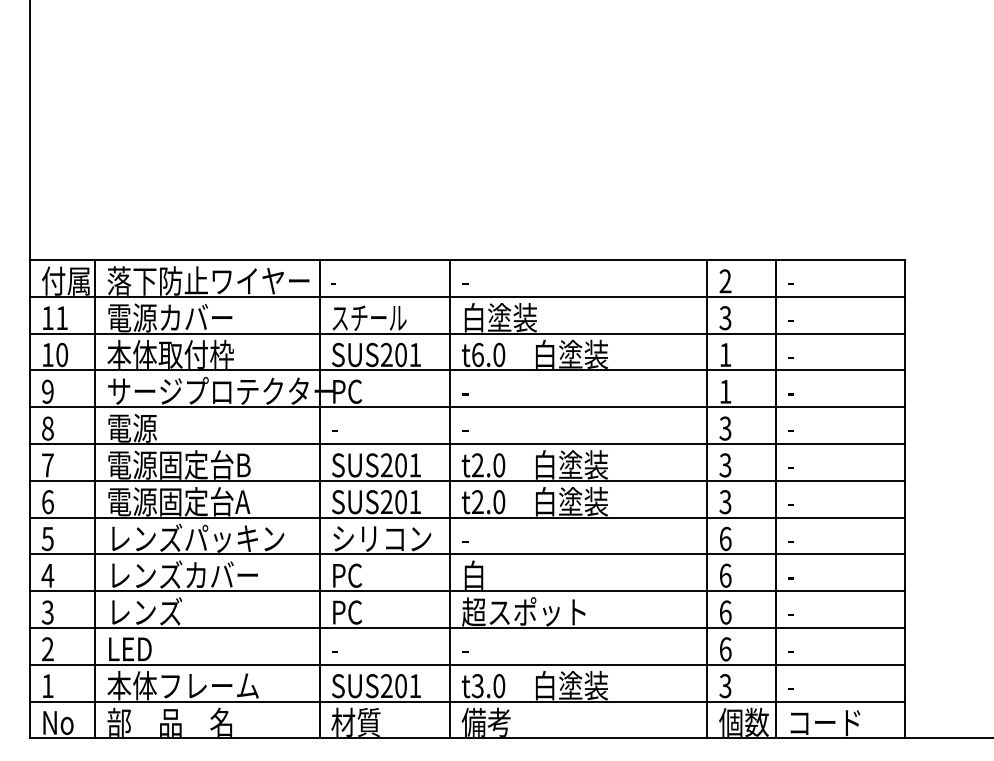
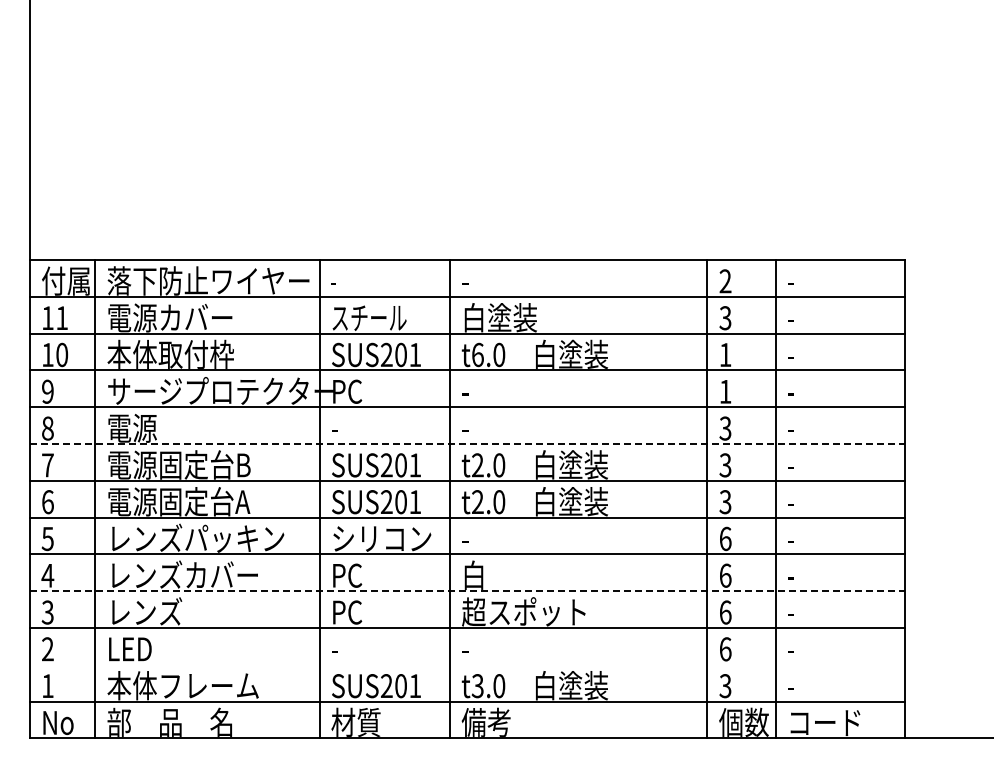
line at (467, 444): solid -> dashed
line at (467, 591): solid -> dashed
line at (466, 664): present -> none
